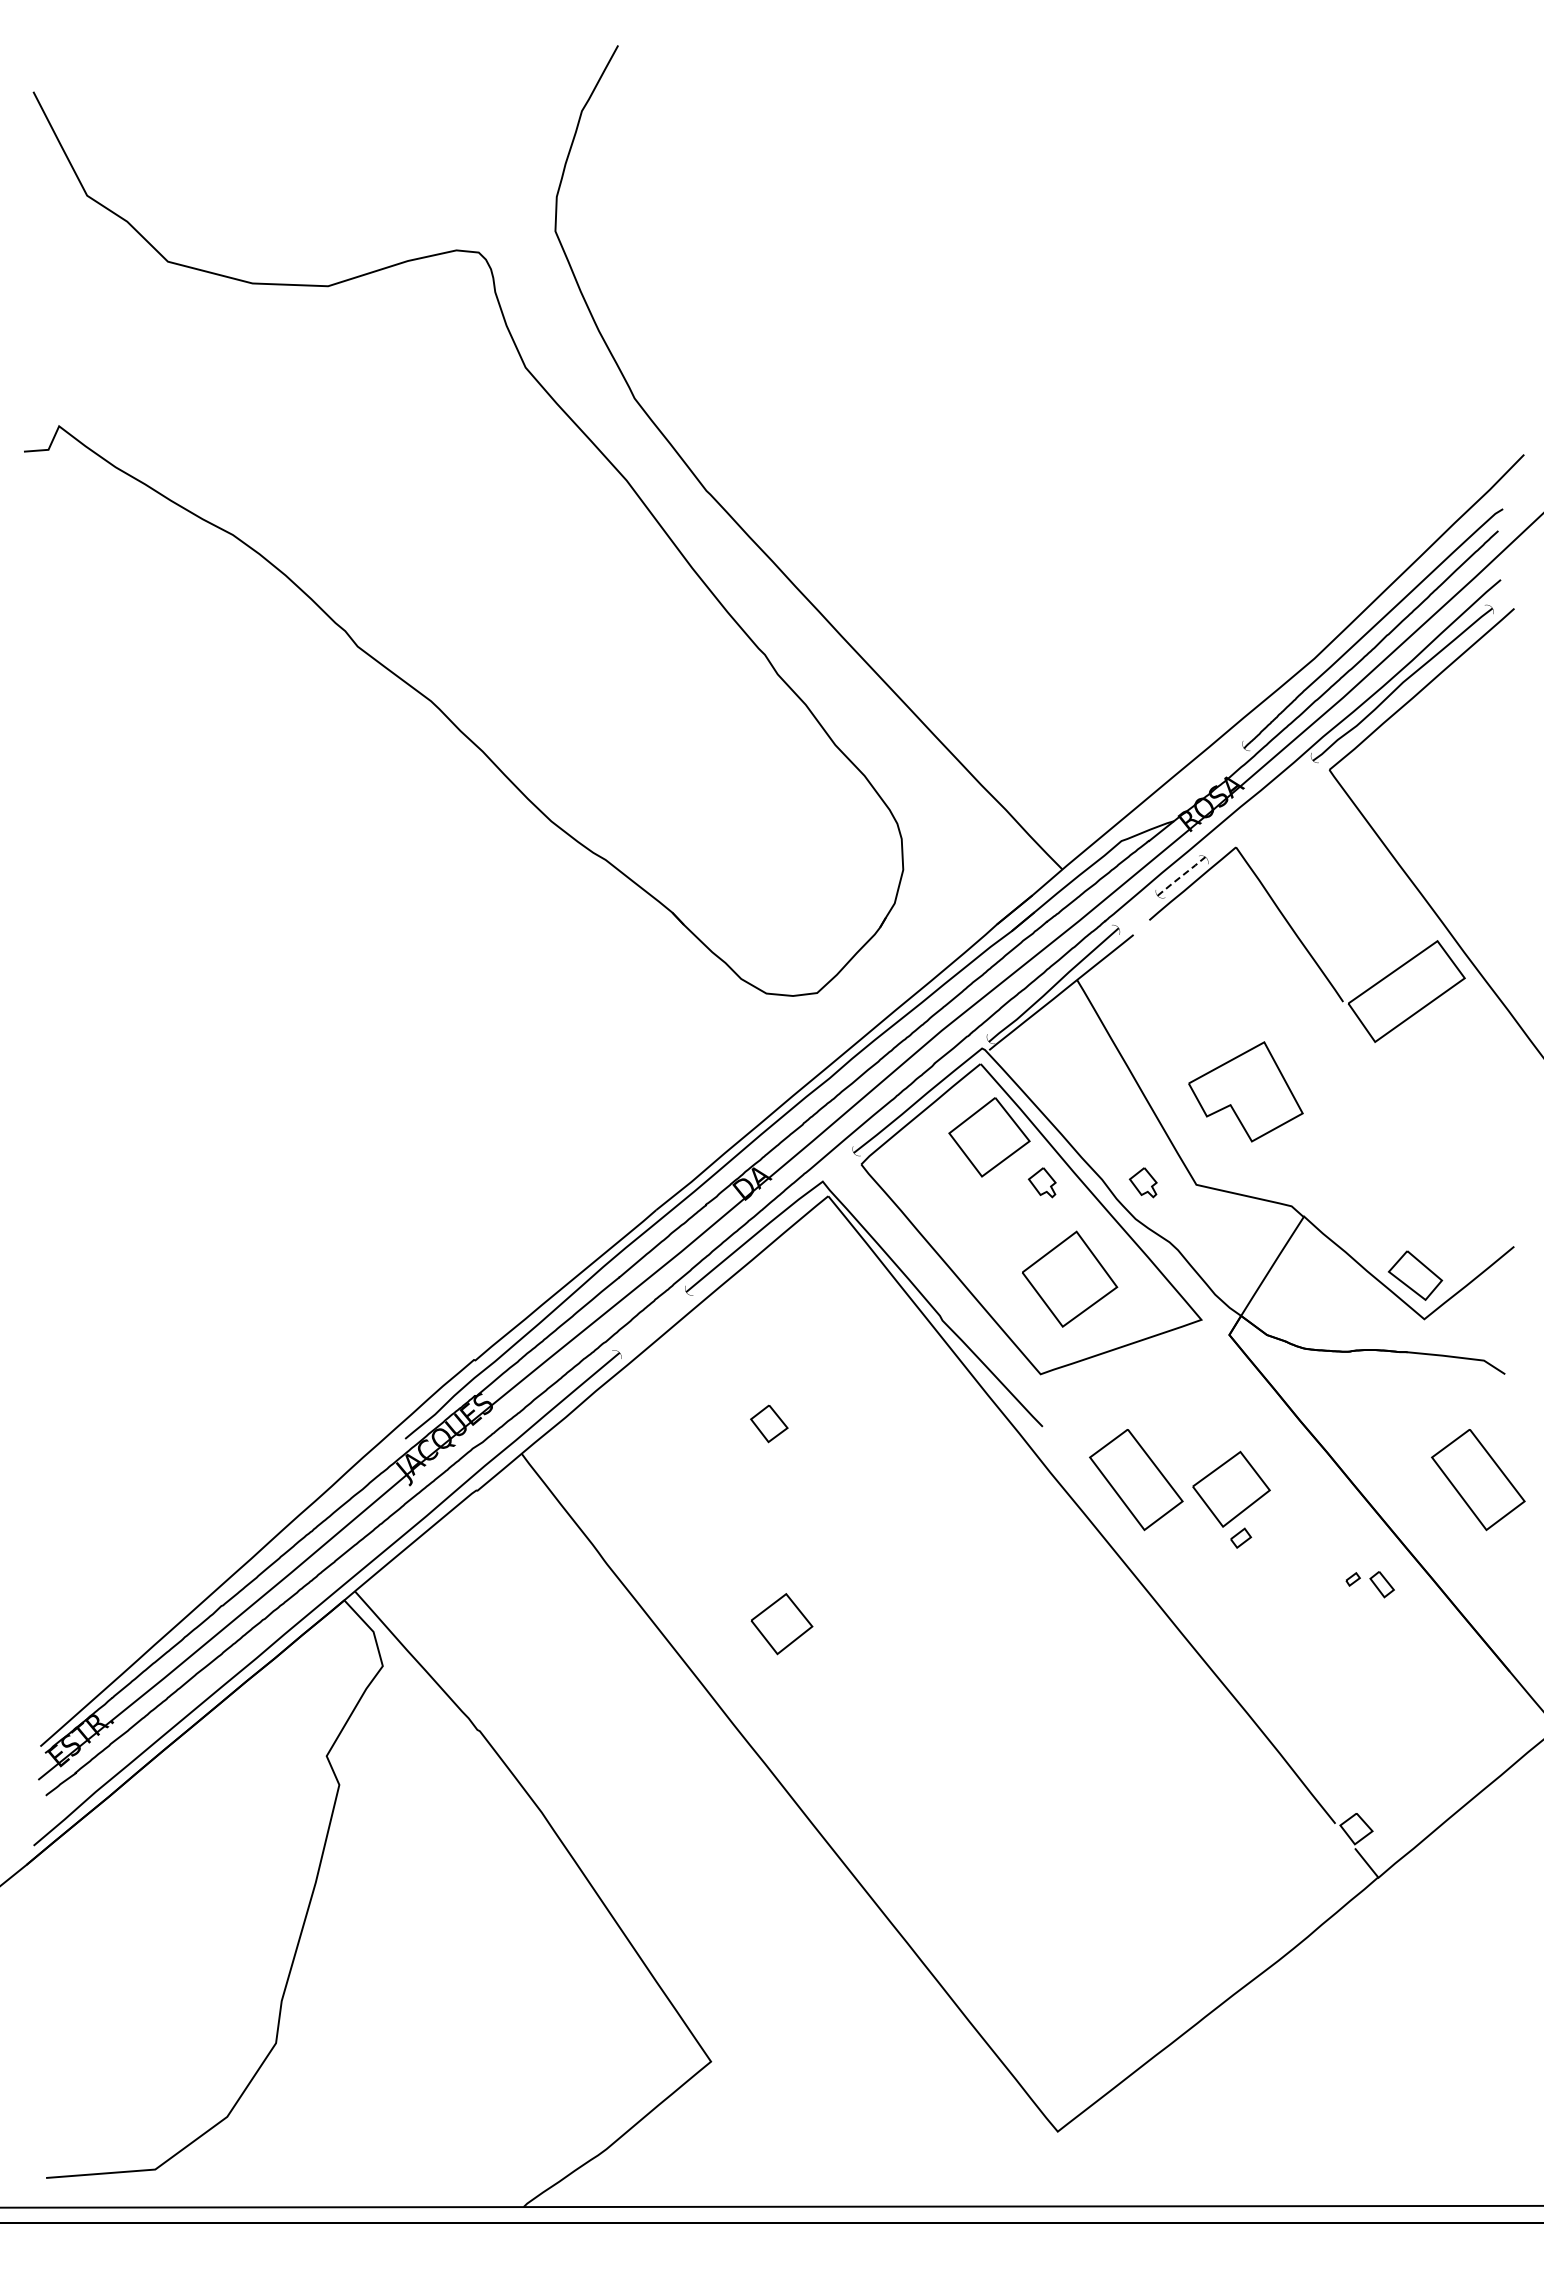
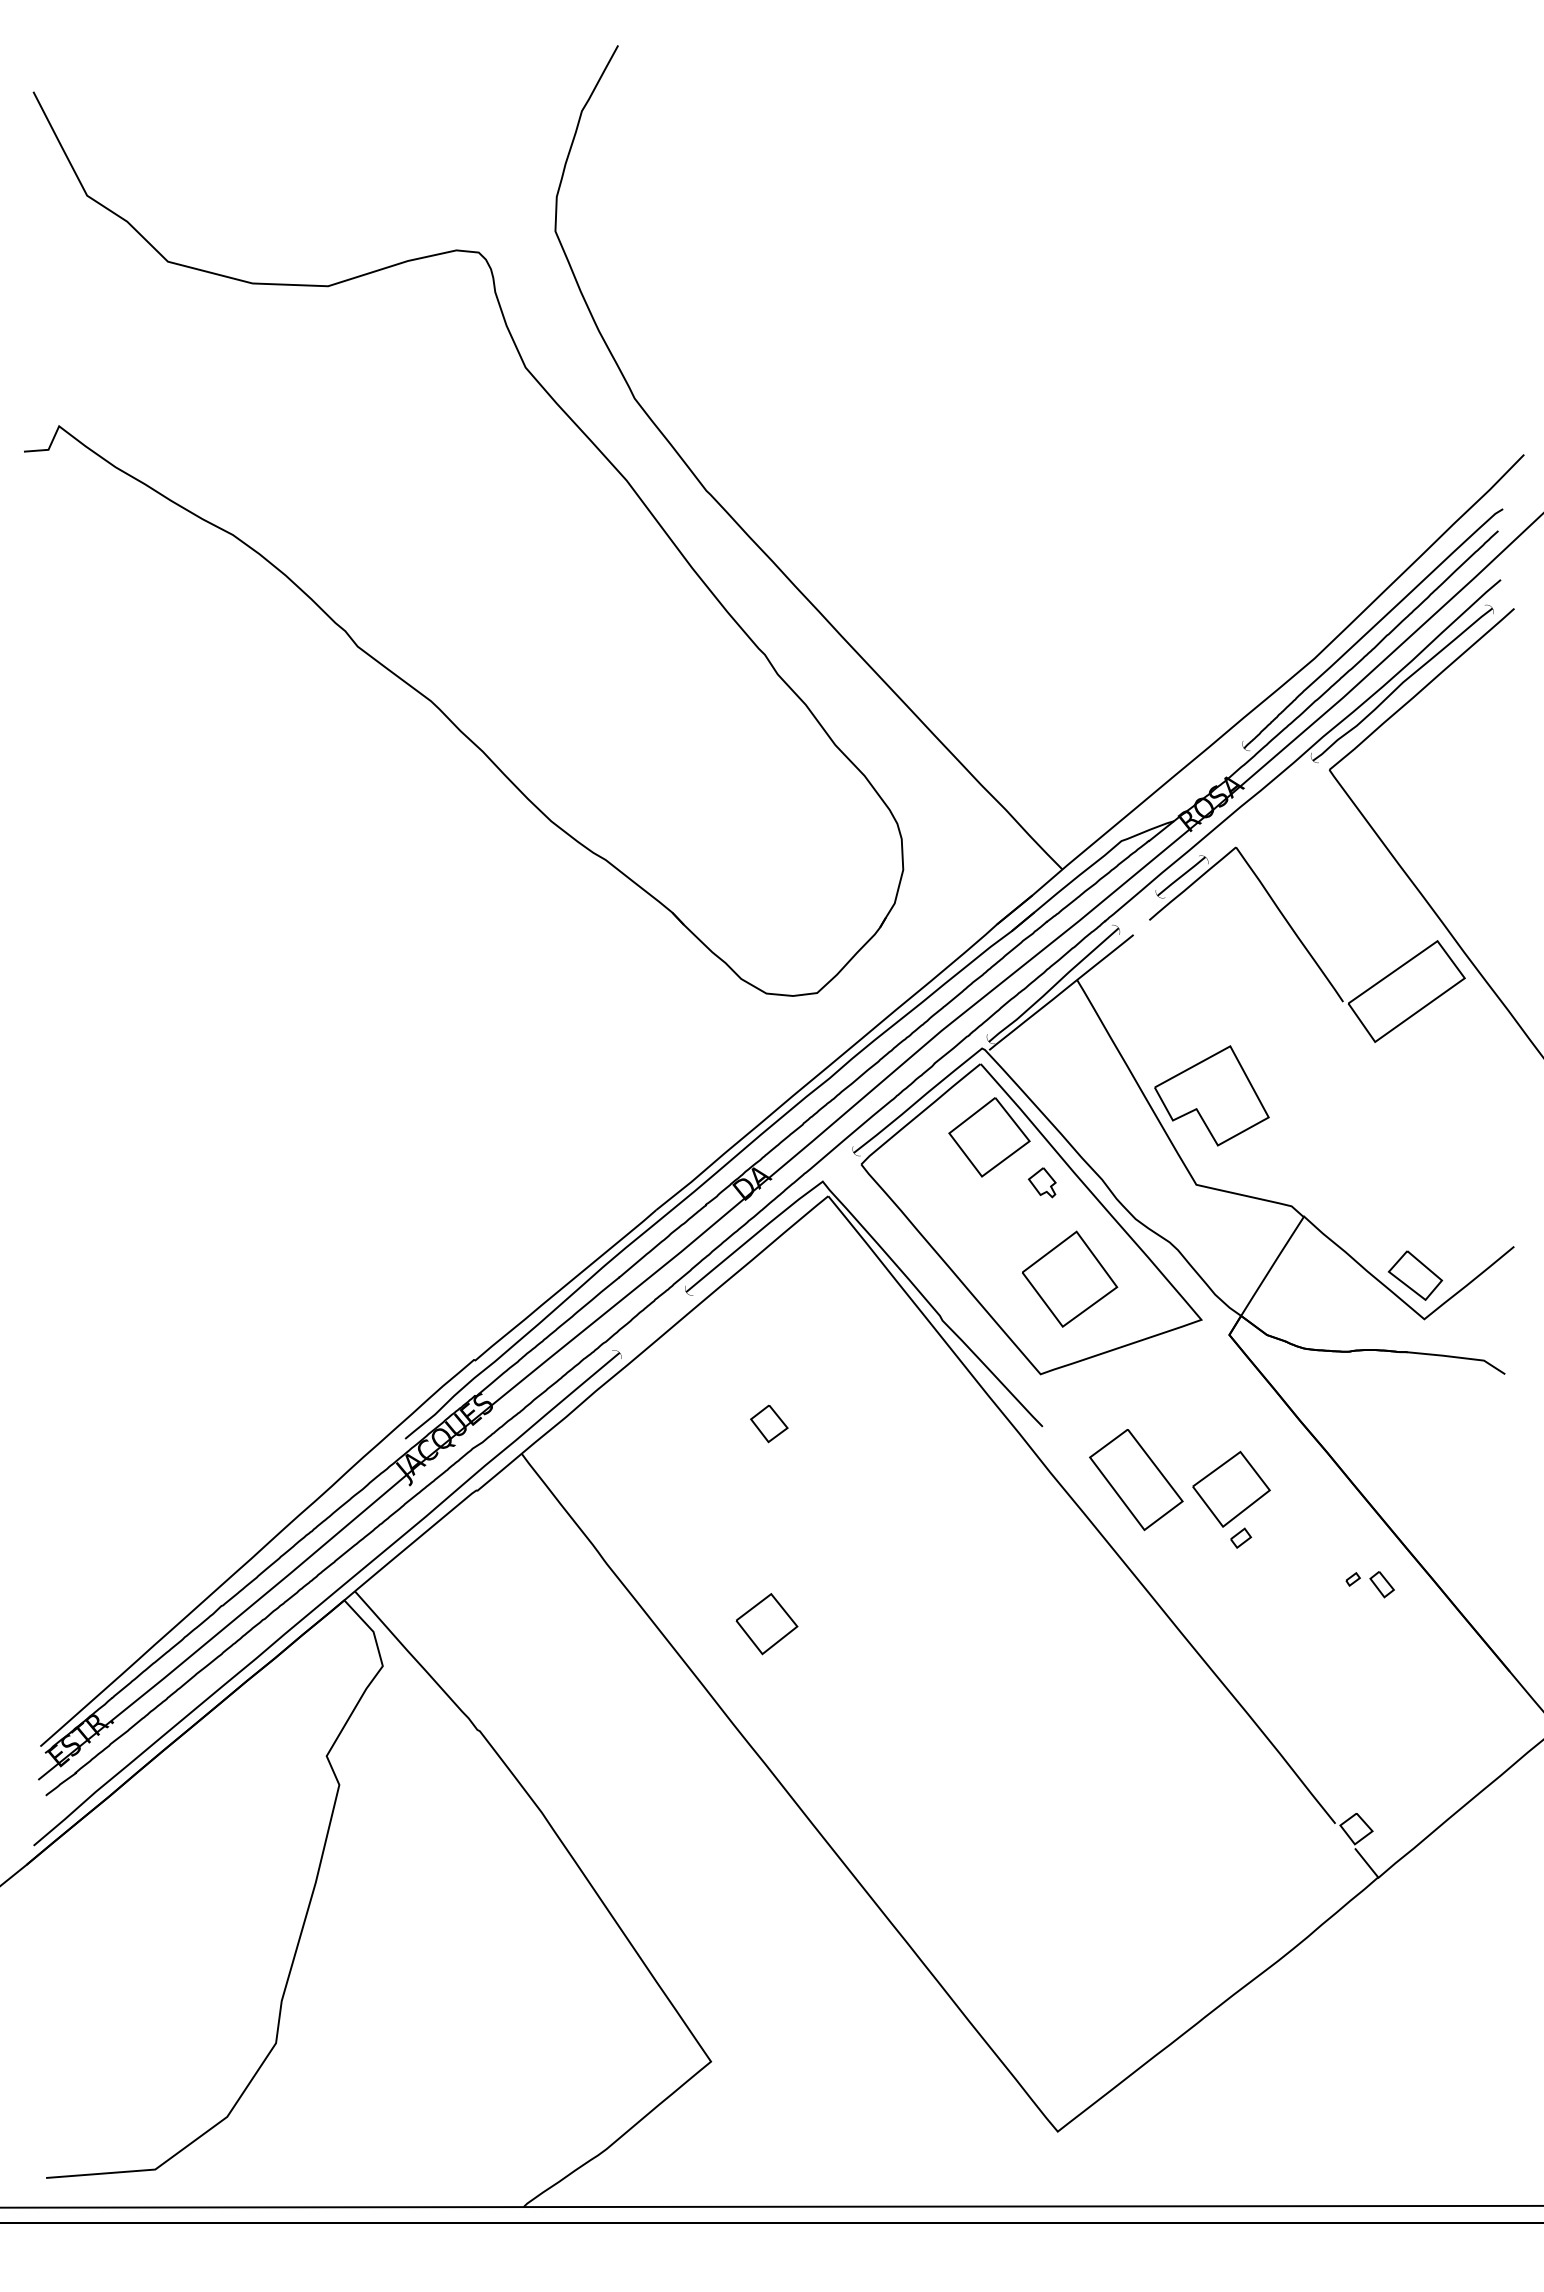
line at (1181, 876): dashed -> solid
part at (1245, 1091) position: (1245, 1091) -> (1211, 1095)
part at (1142, 1182): present -> none
part at (1478, 1480): present -> none
part at (781, 1624) position: (781, 1624) -> (766, 1624)
